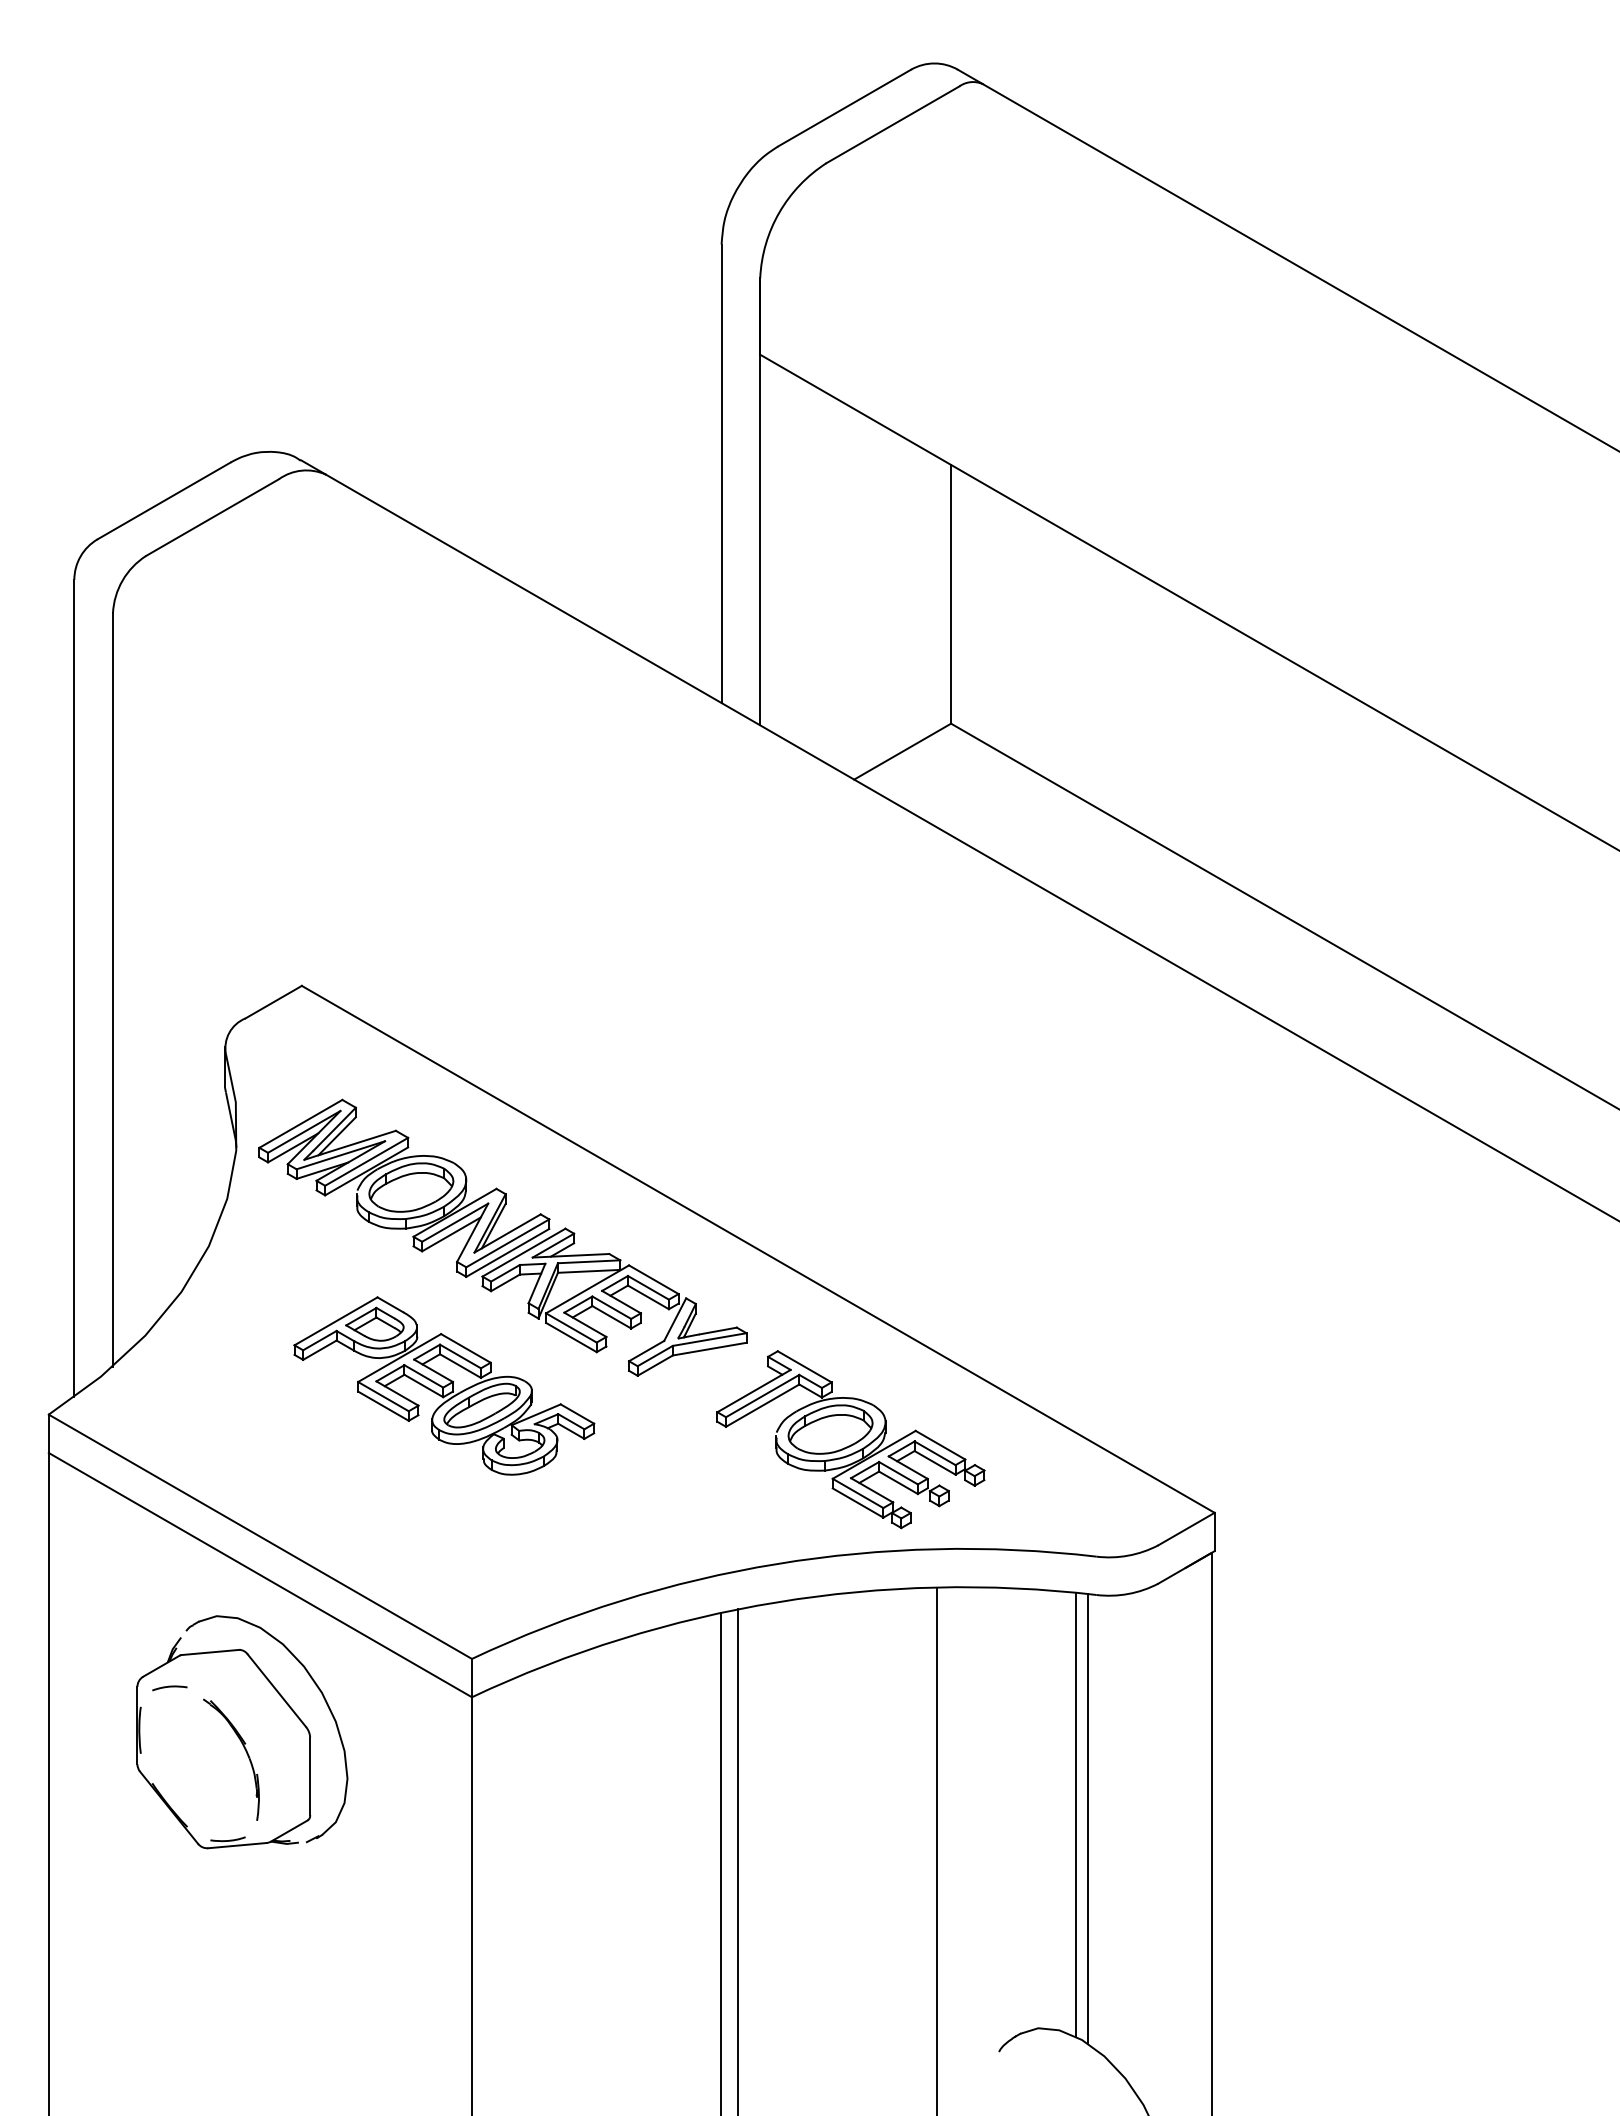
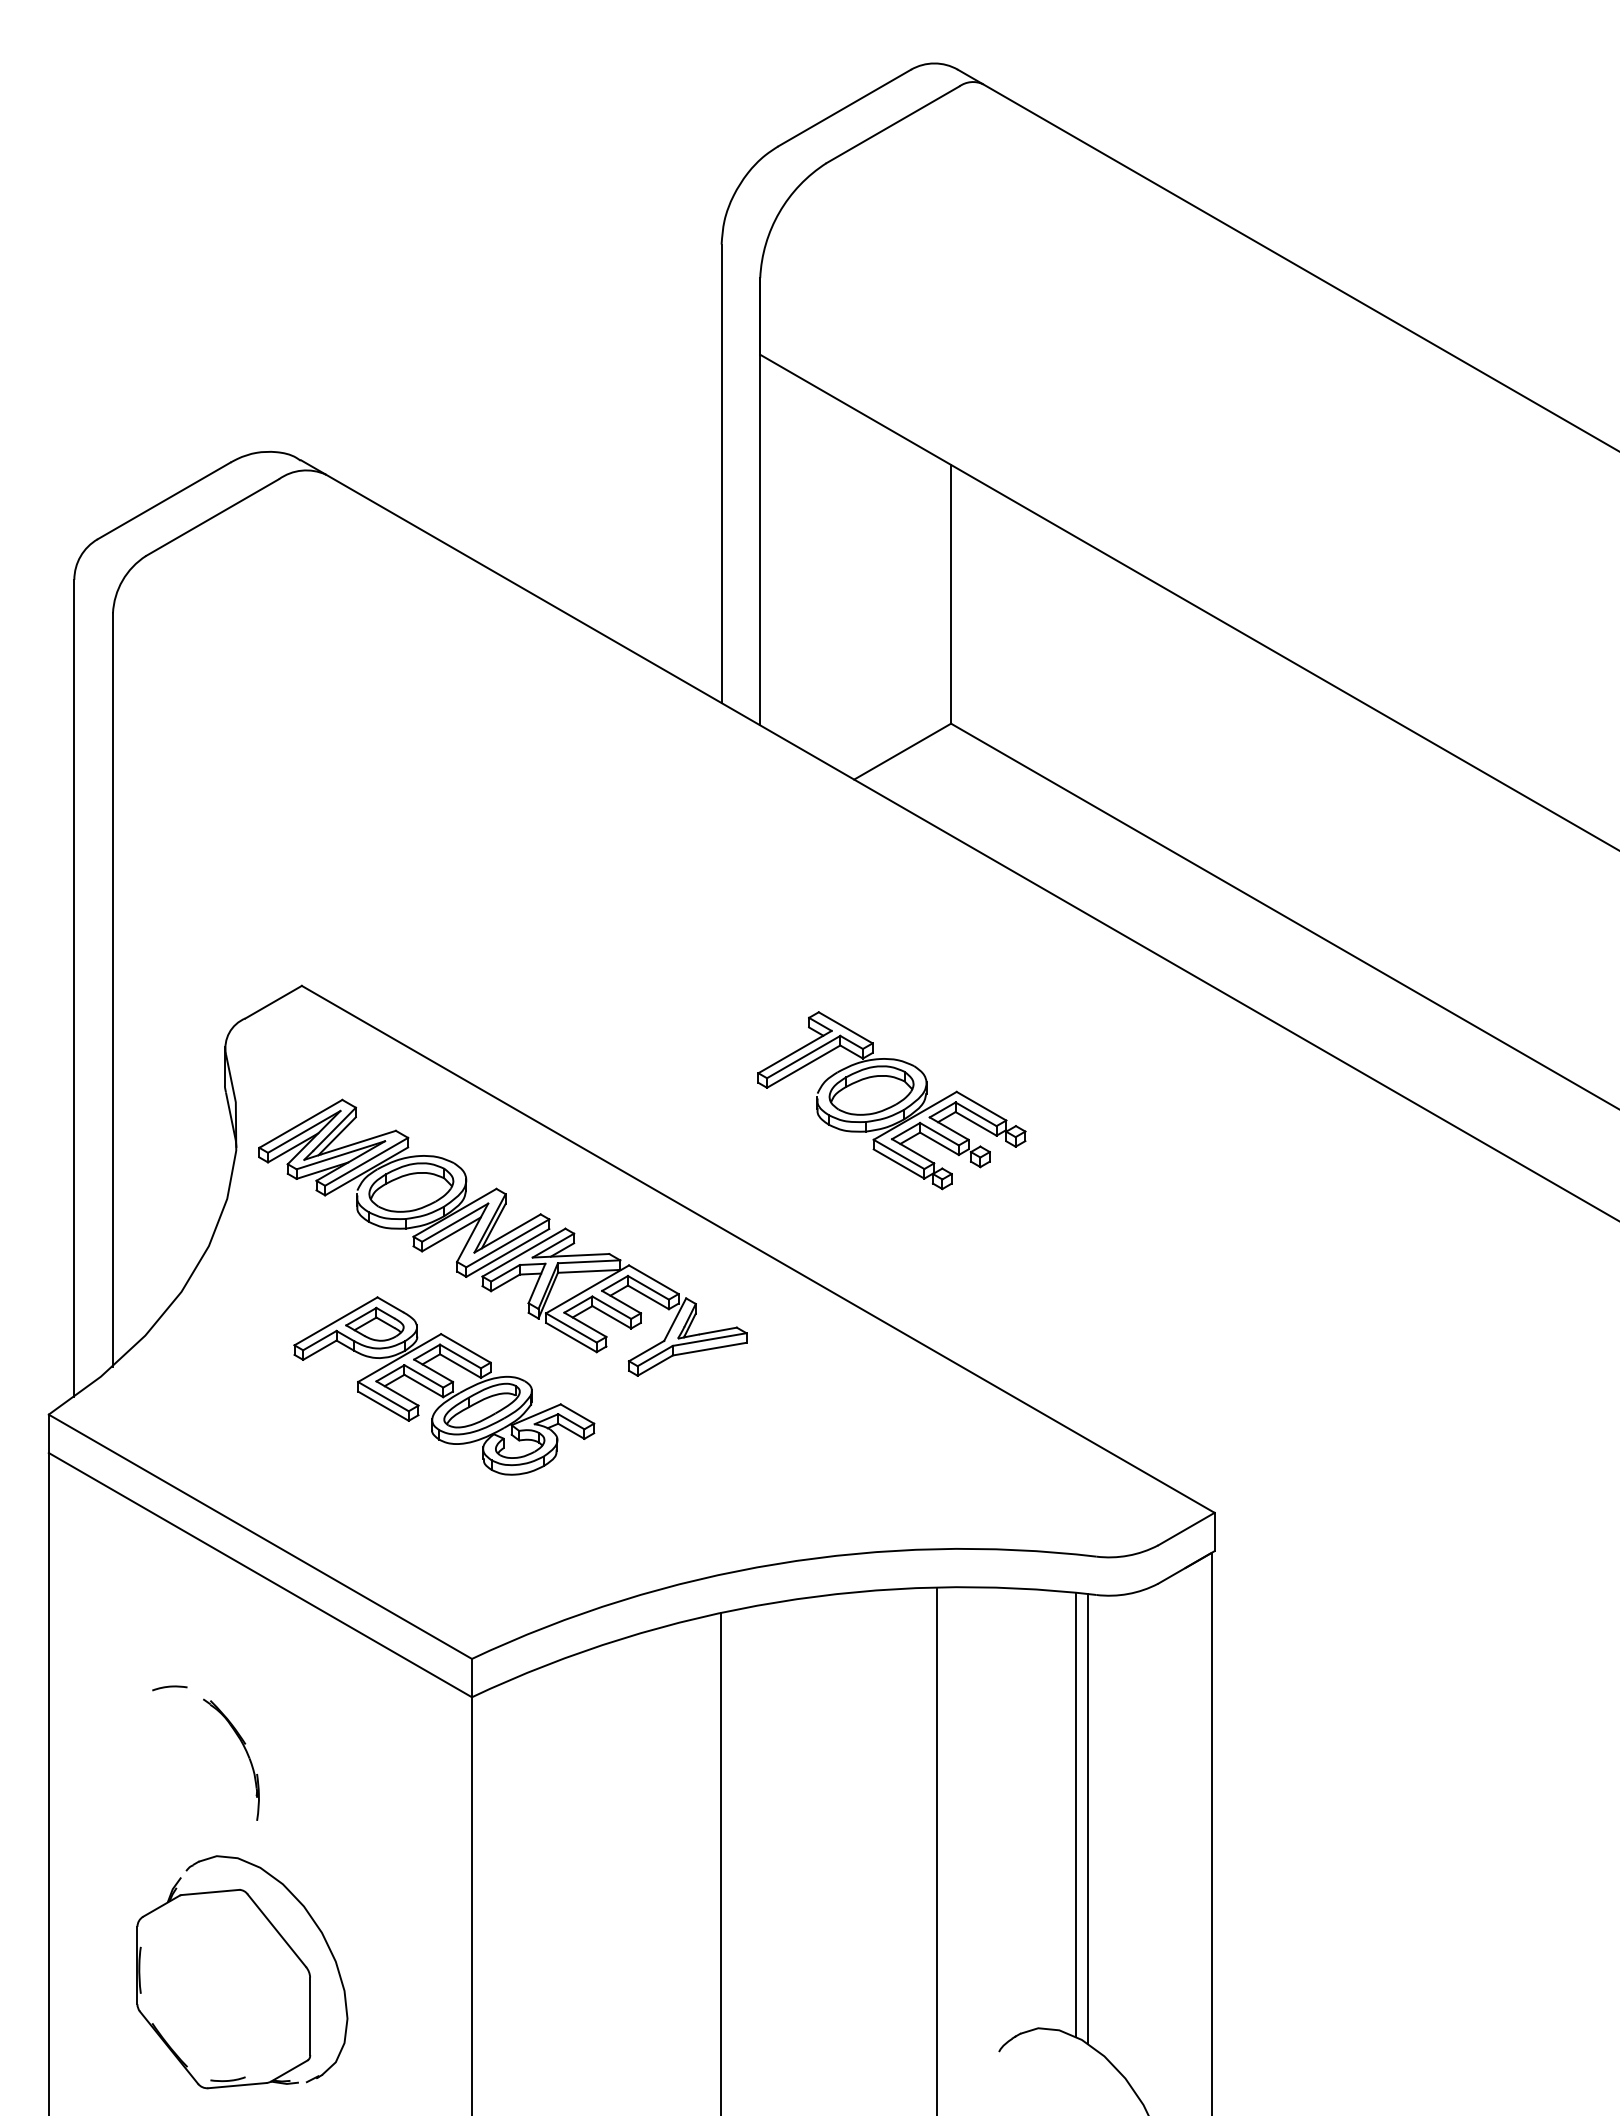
part at (850, 1439) position: (850, 1439) -> (891, 1100)
part at (242, 1732) position: (242, 1732) -> (242, 1972)
line at (737, 1860): present -> none
